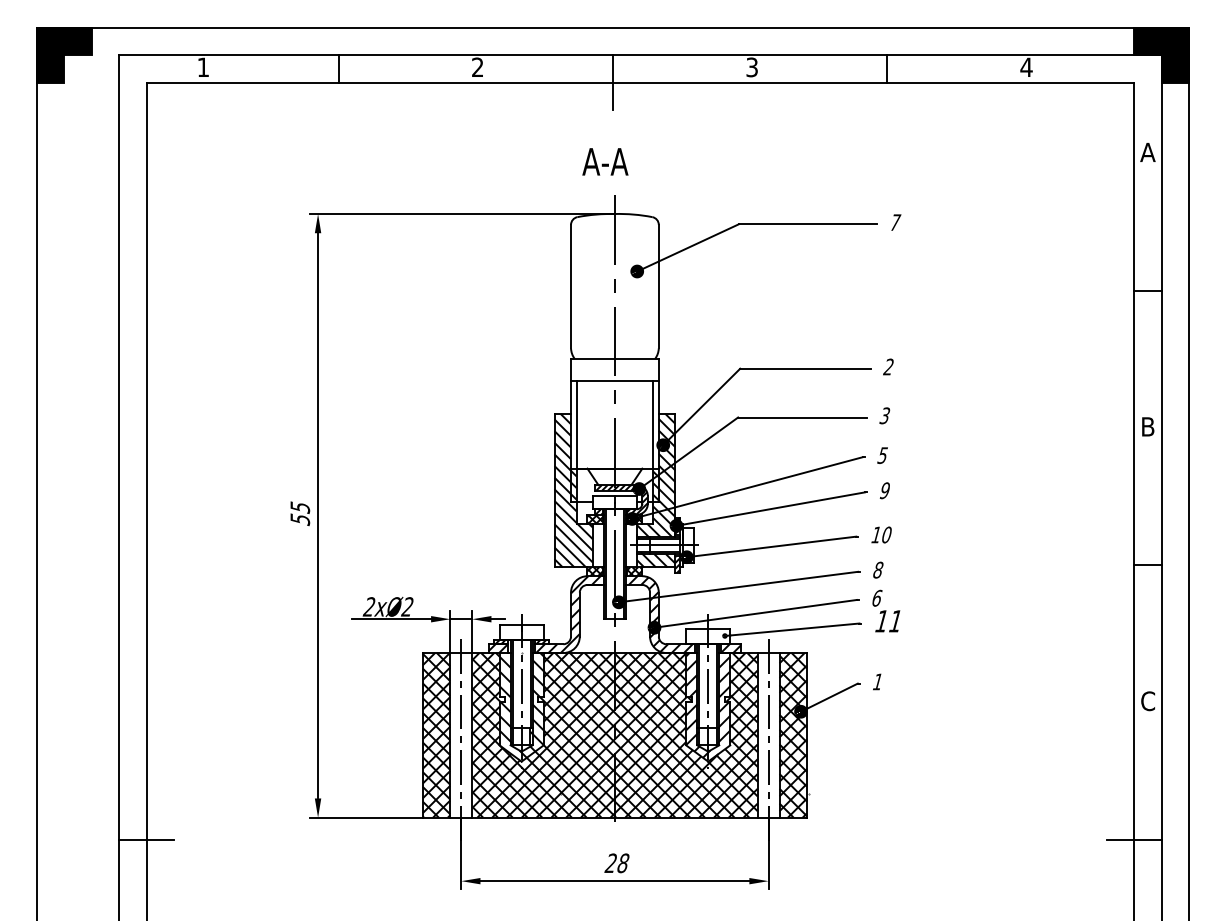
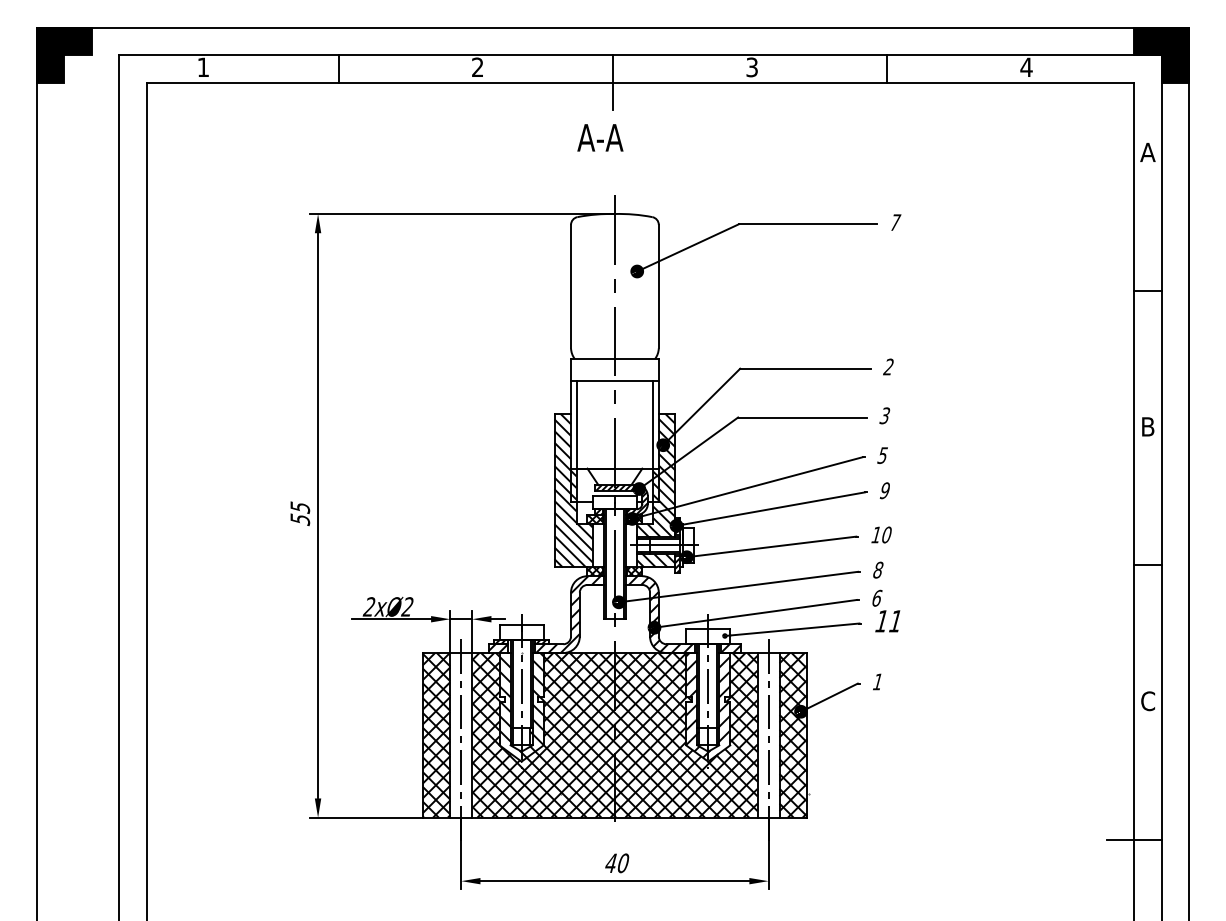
text at (605, 161) position: (605, 161) -> (600, 137)
line at (146, 839): present -> none
text at (616, 862): 28 -> 40
